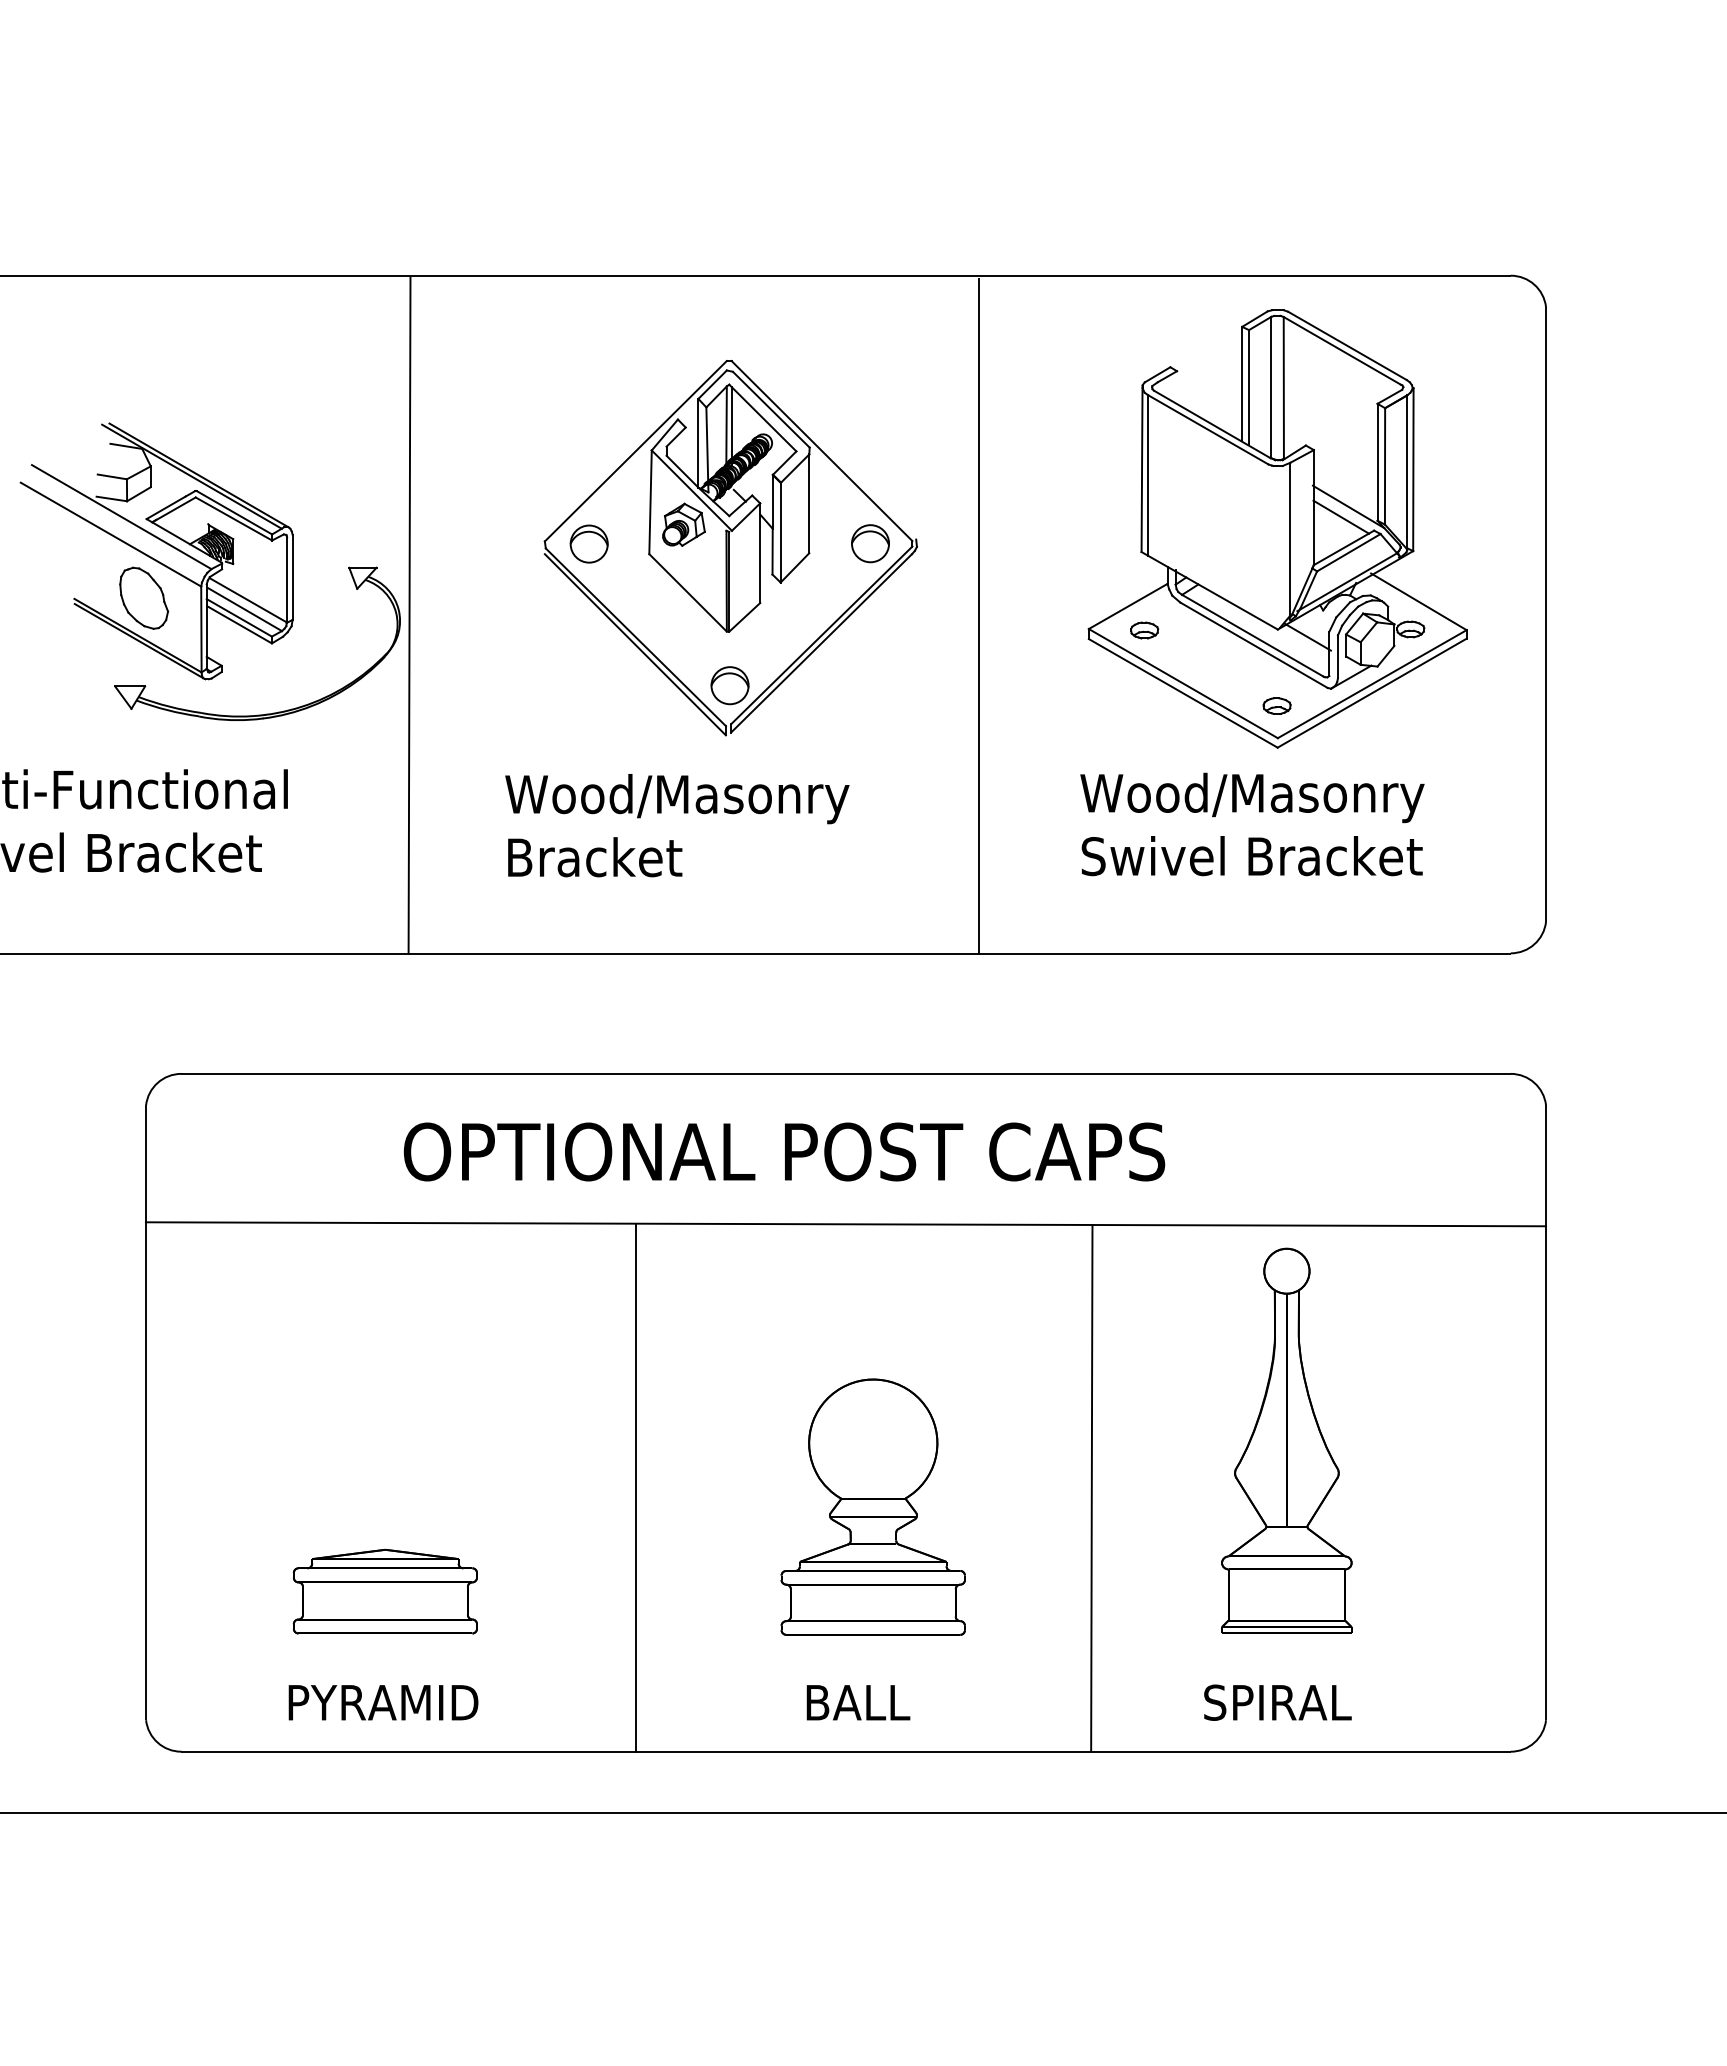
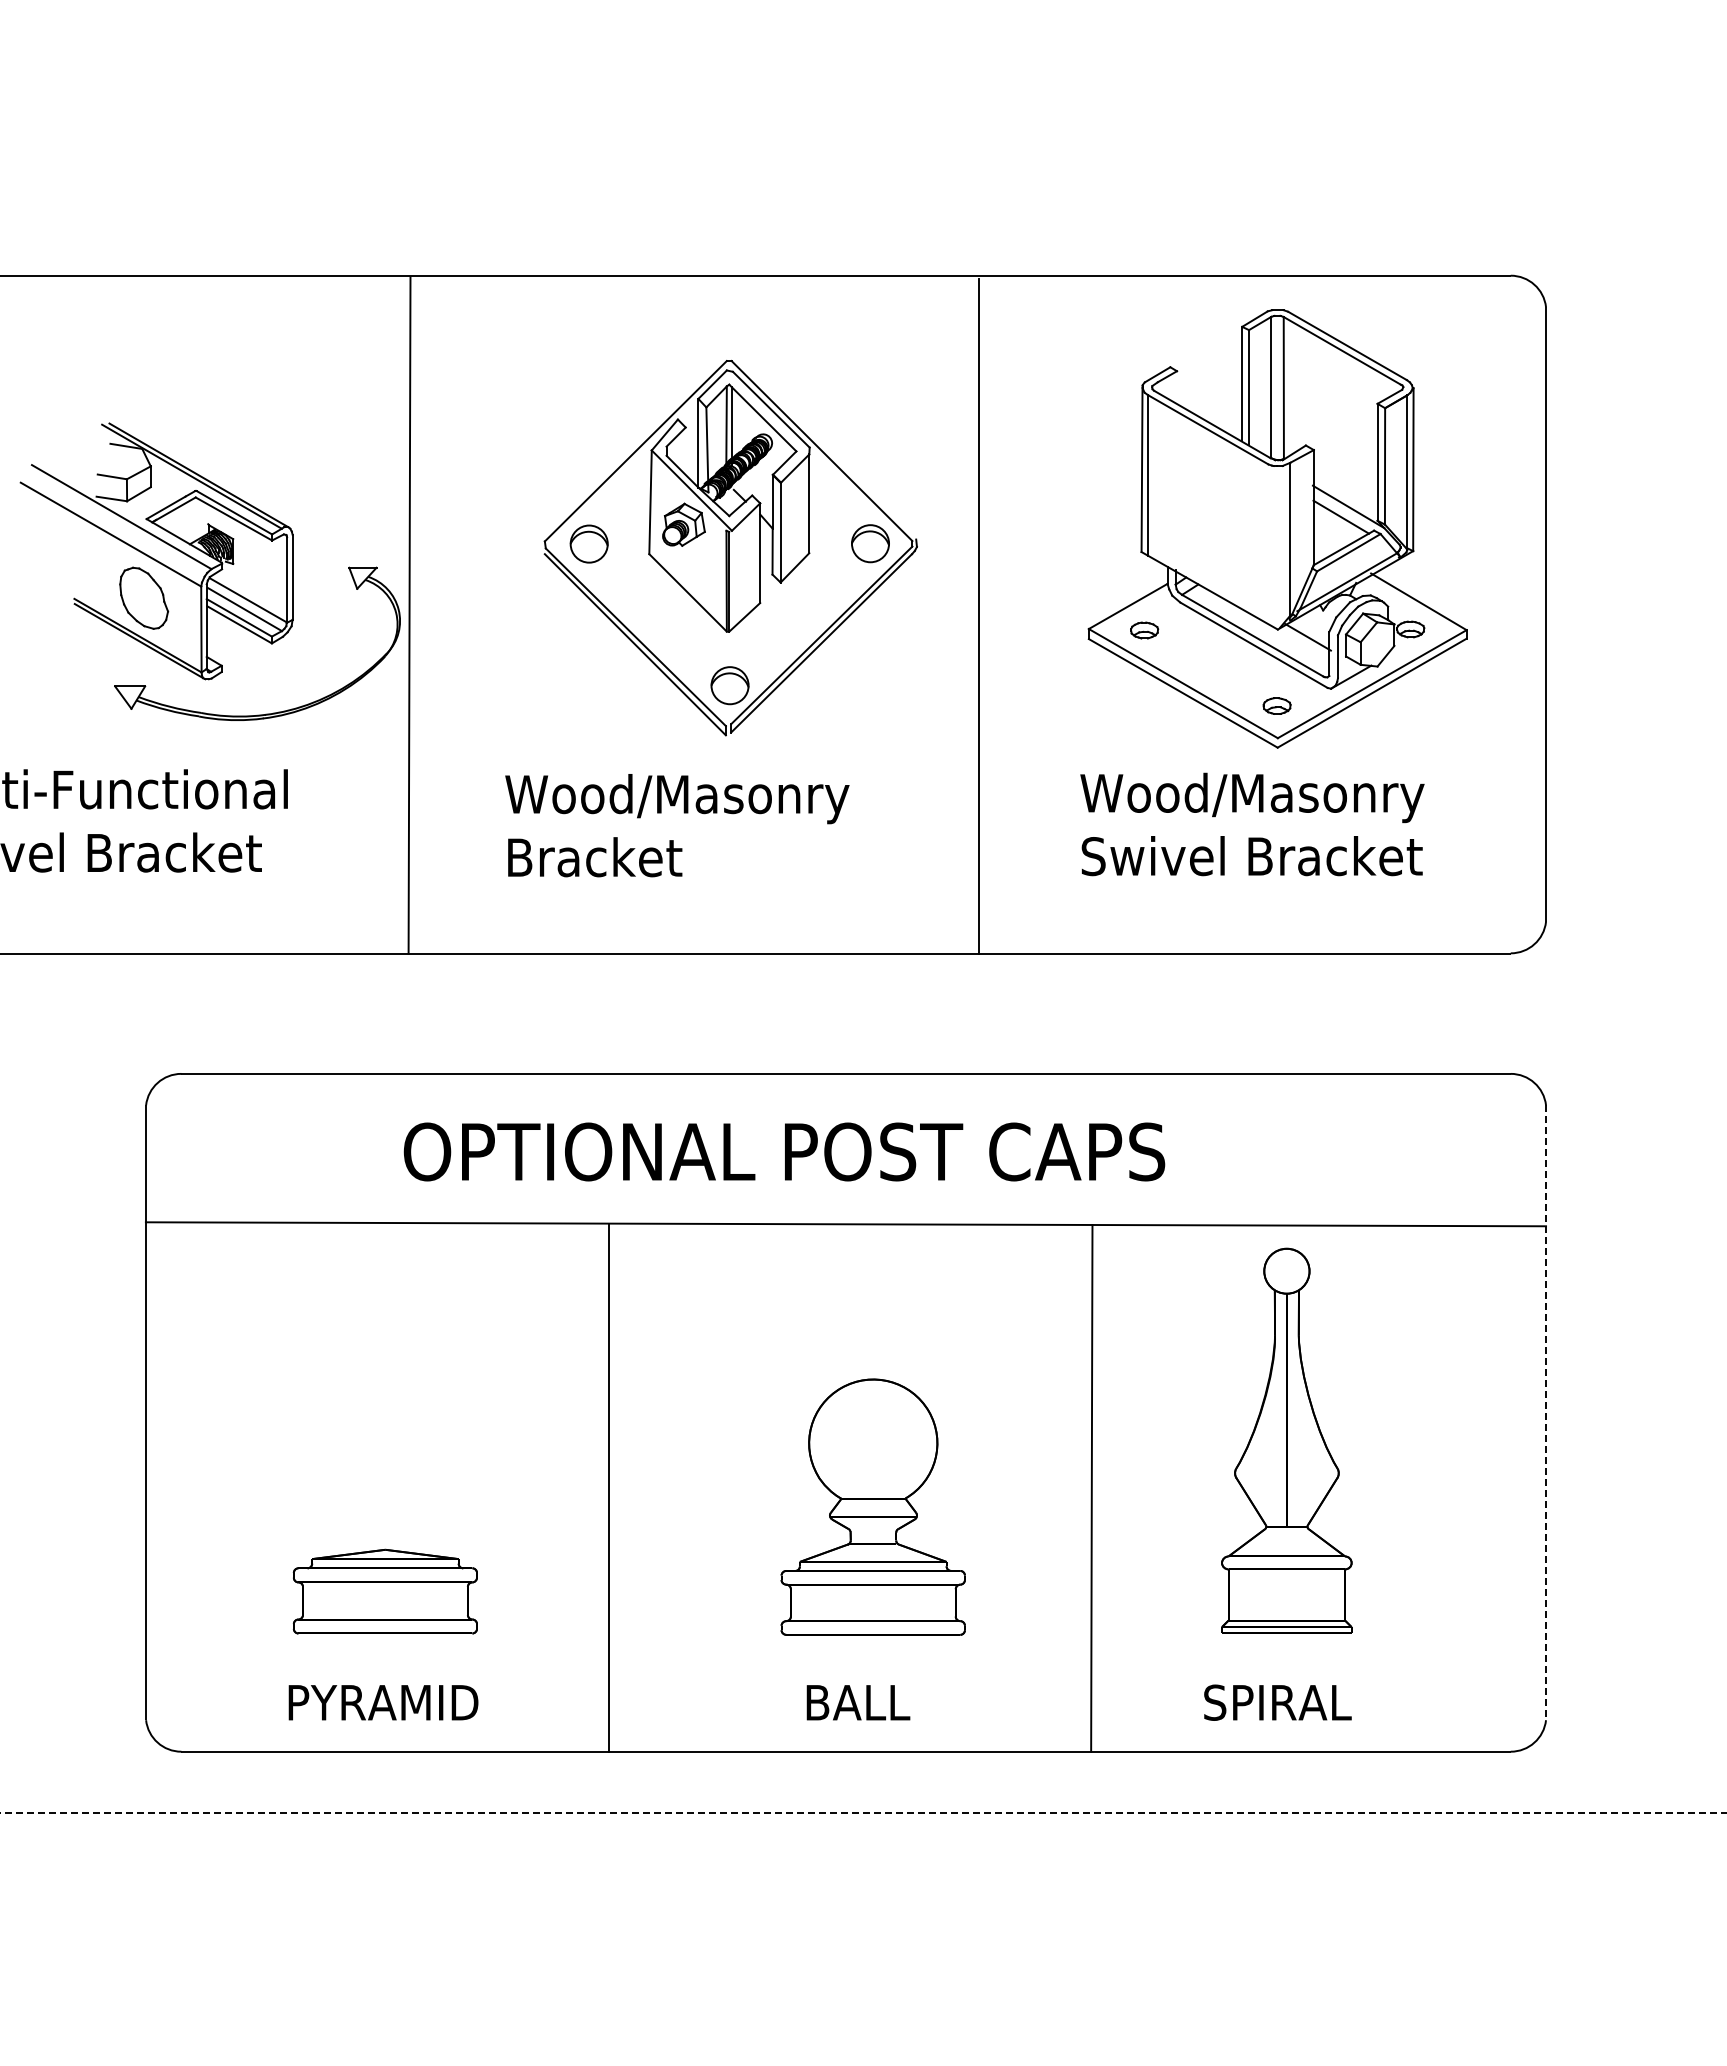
line at (1546, 1413): solid -> dashed
line at (636, 1487) position: (636, 1487) -> (609, 1487)
line at (863, 1813): solid -> dashed
